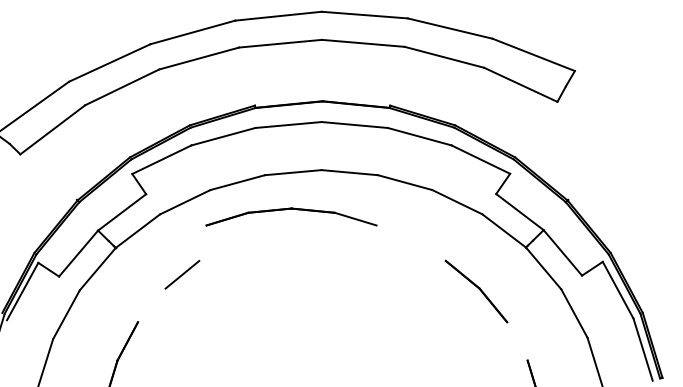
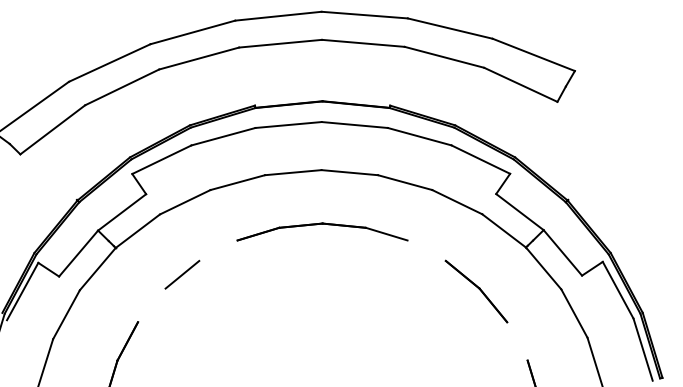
part at (291, 209) position: (291, 209) -> (322, 224)
